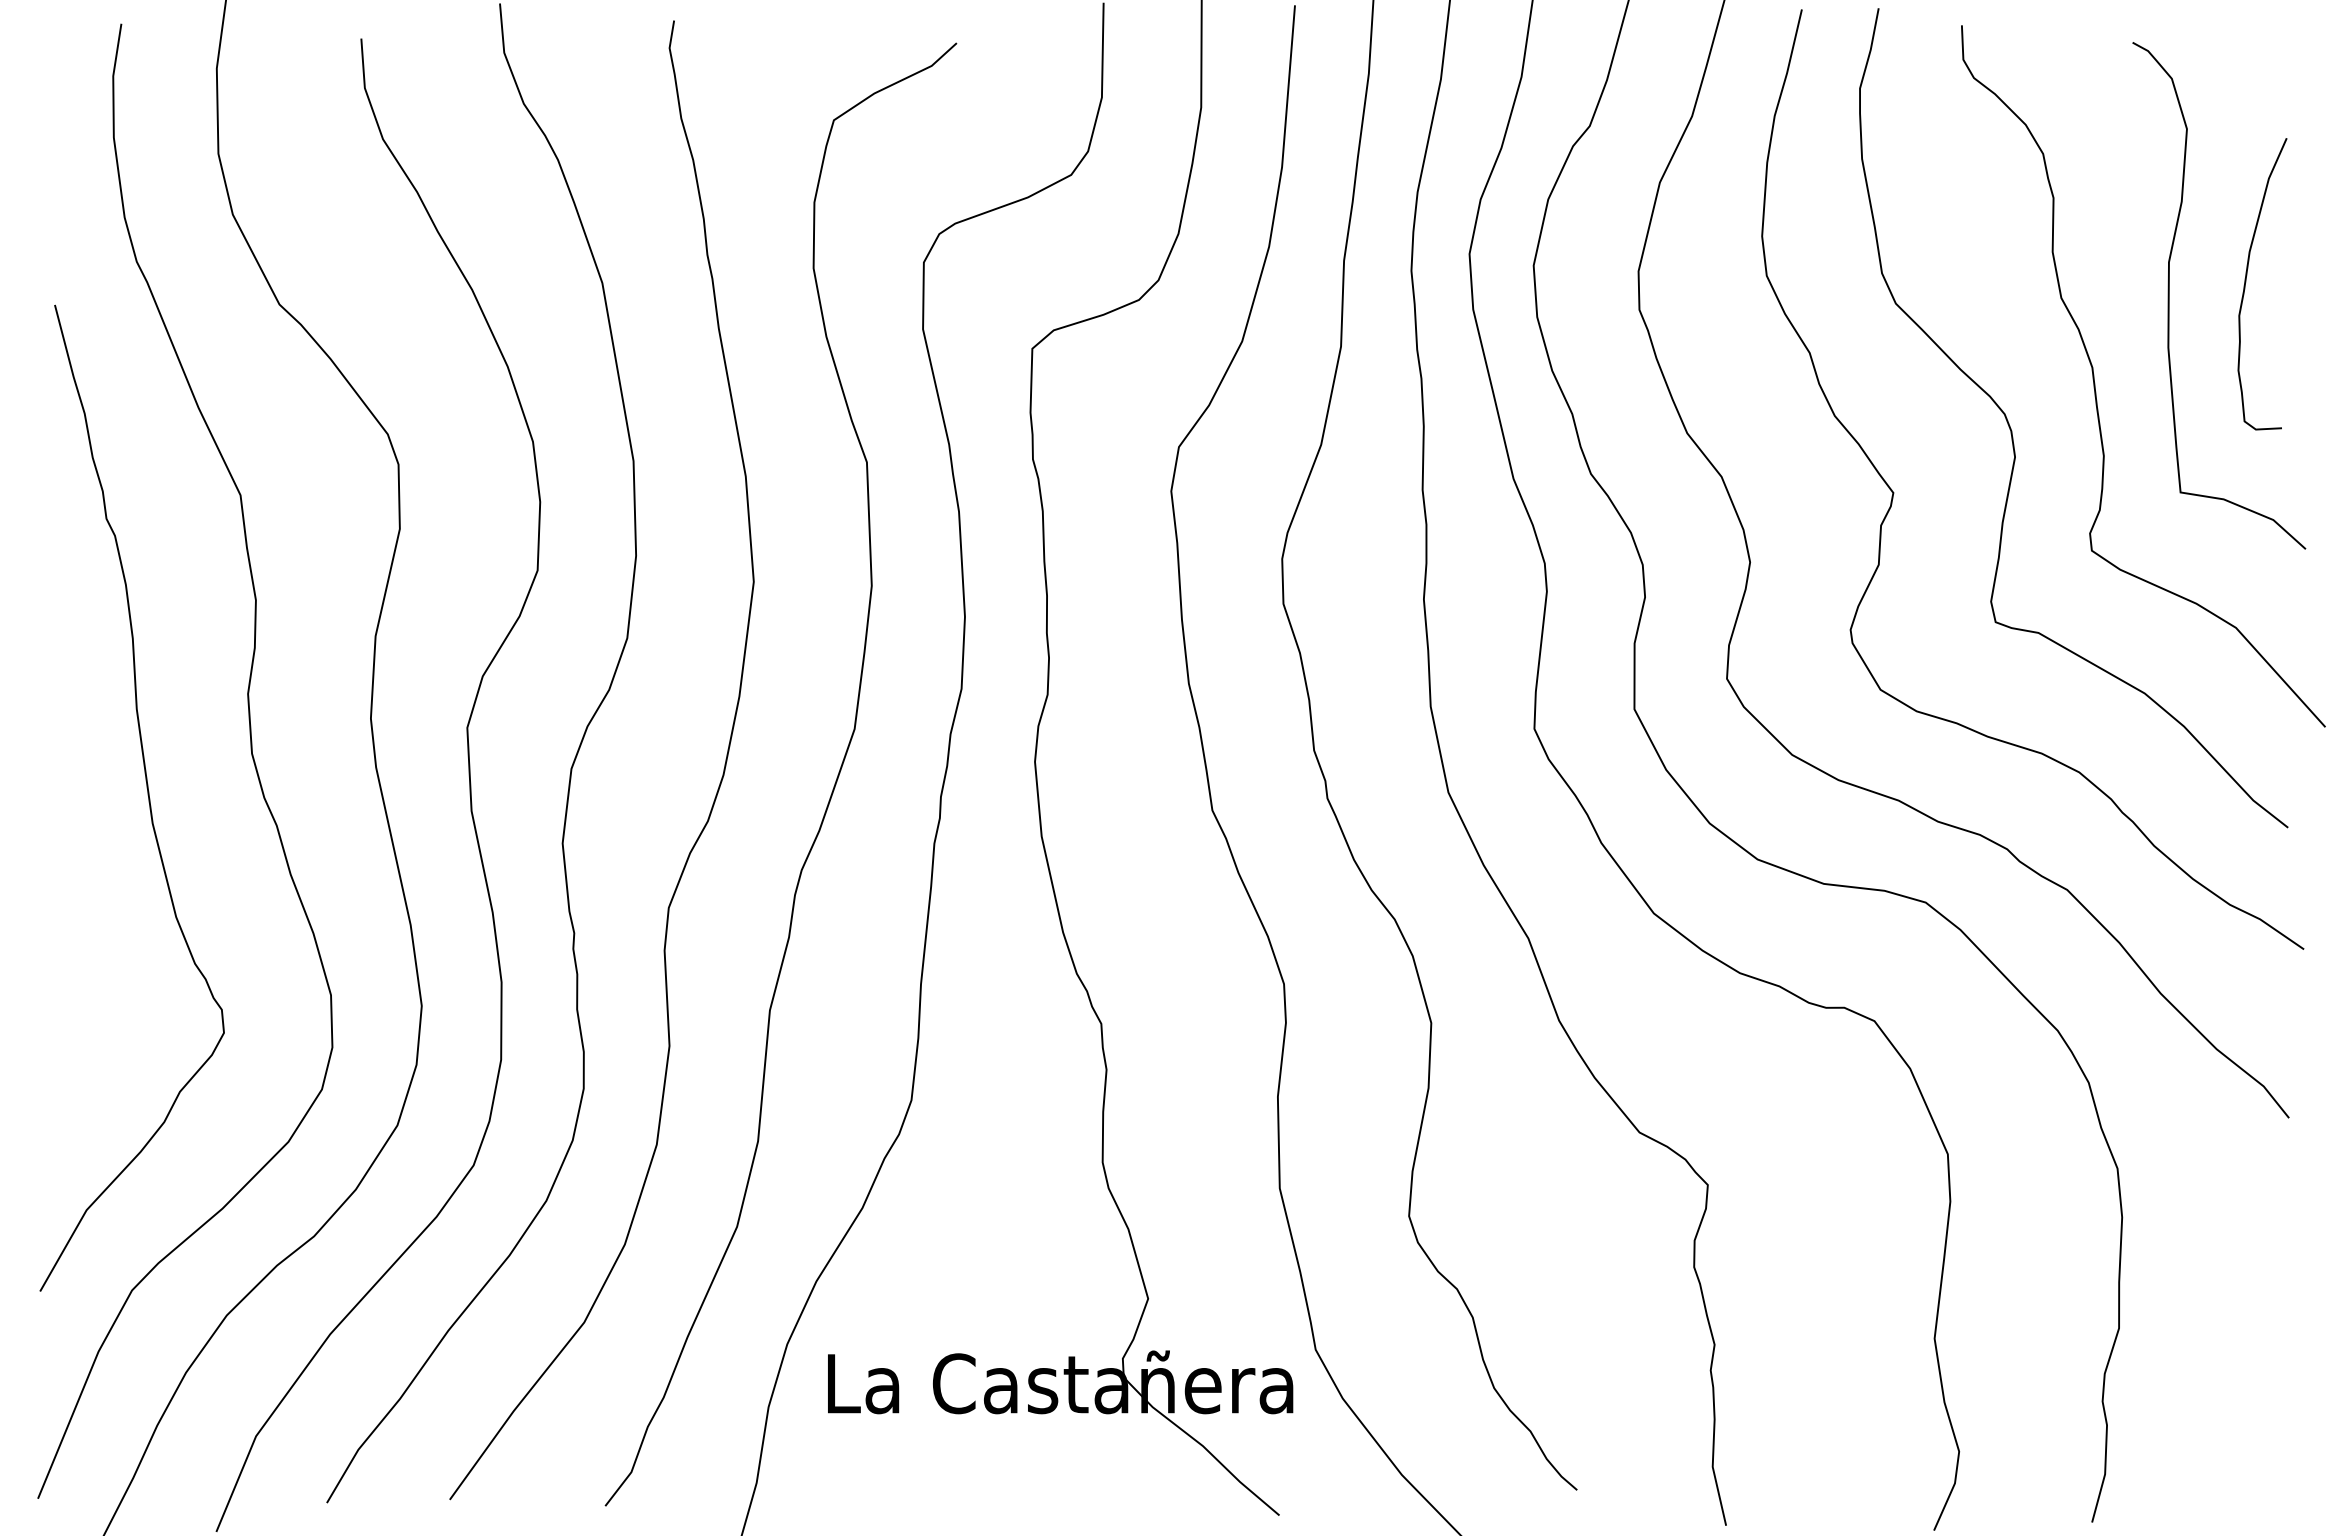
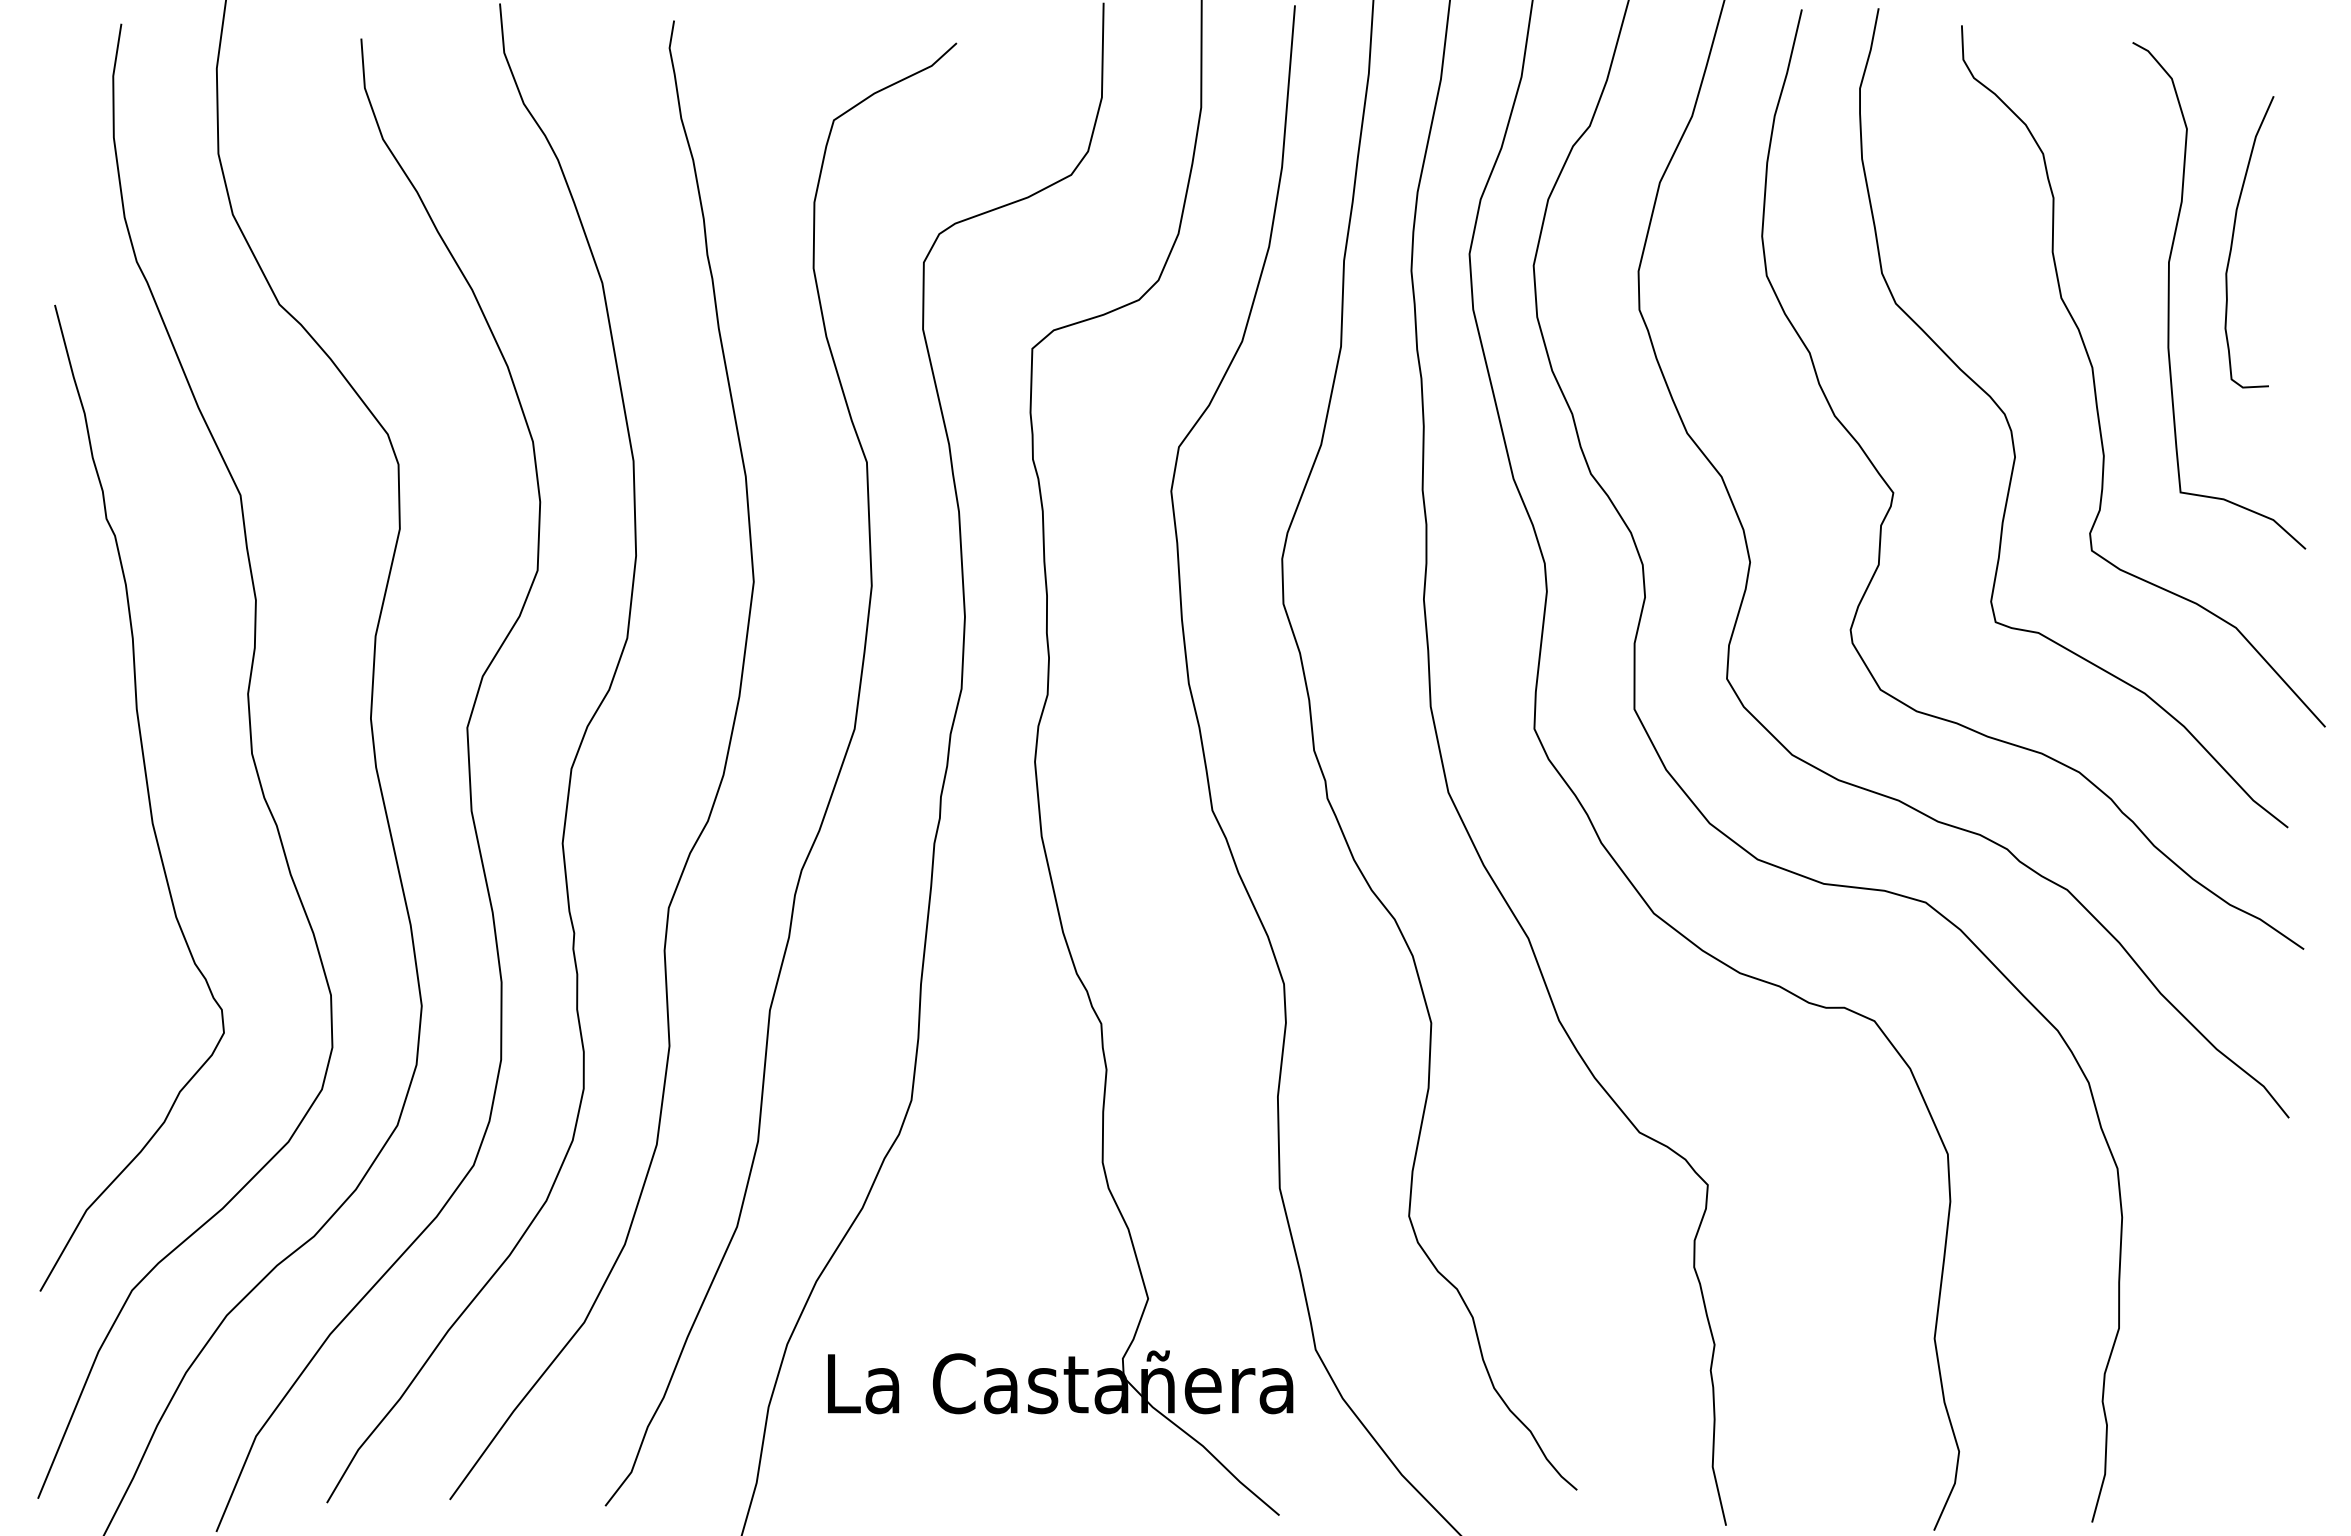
curve at (2246, 282) position: (2246, 282) -> (2233, 240)
